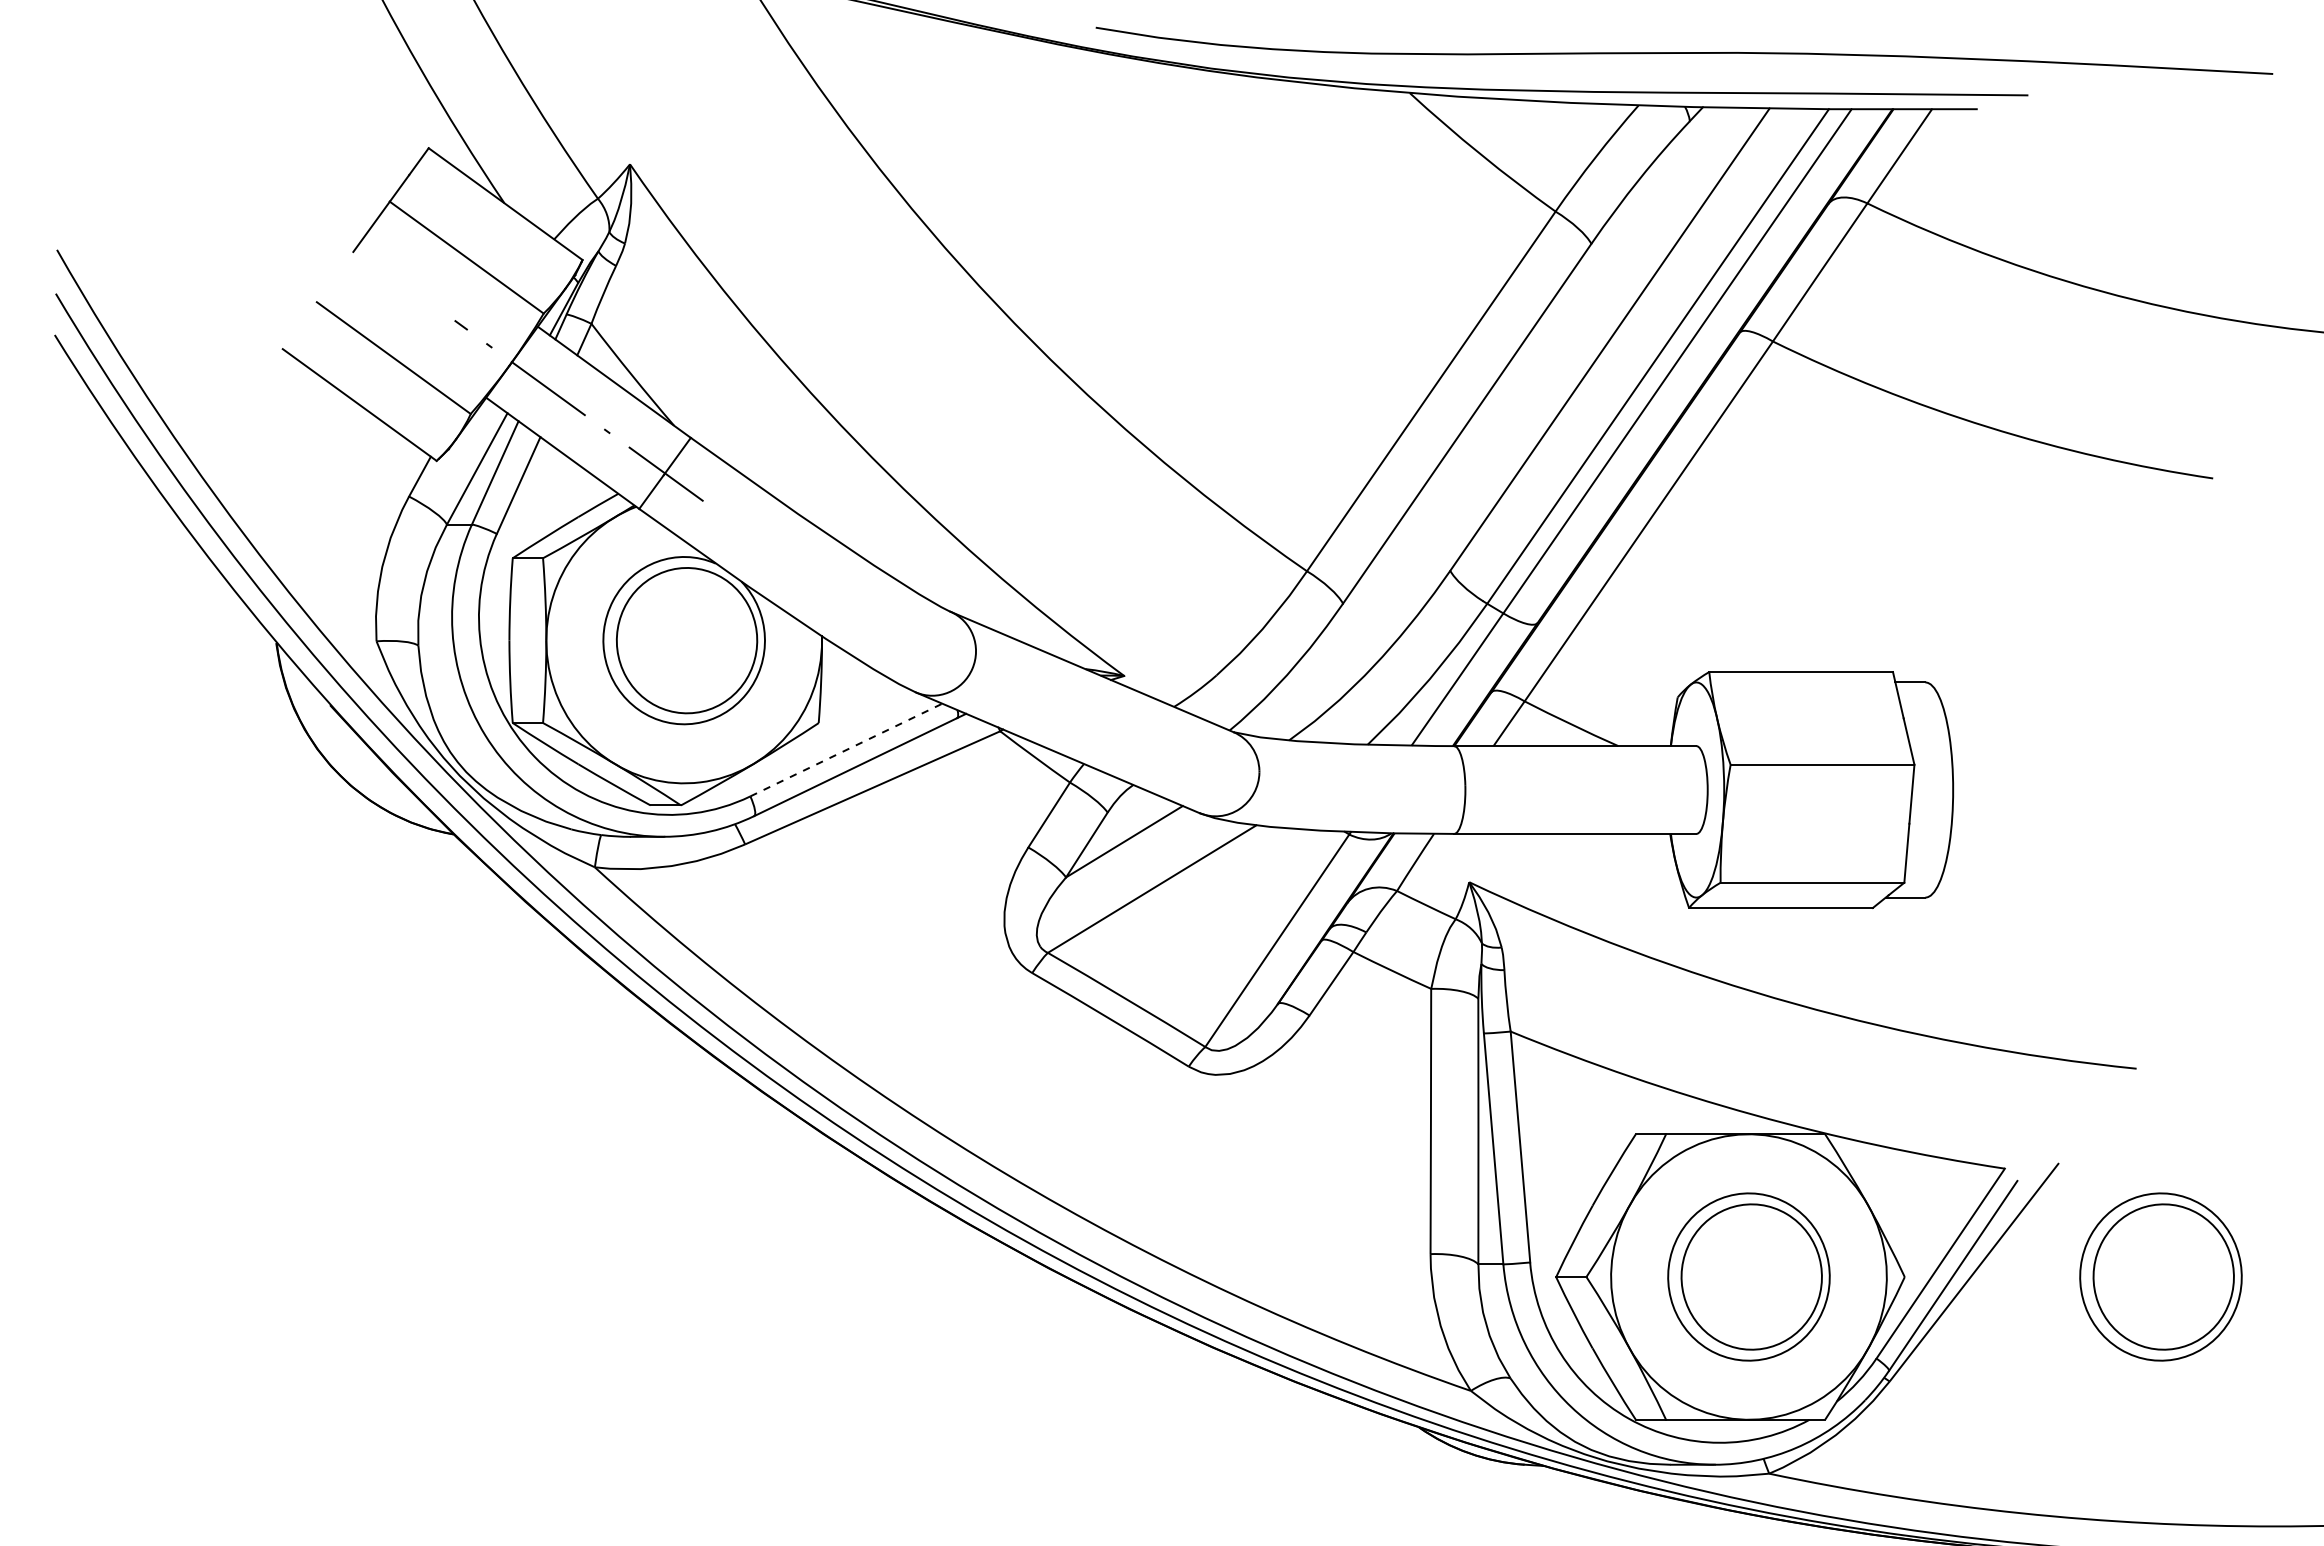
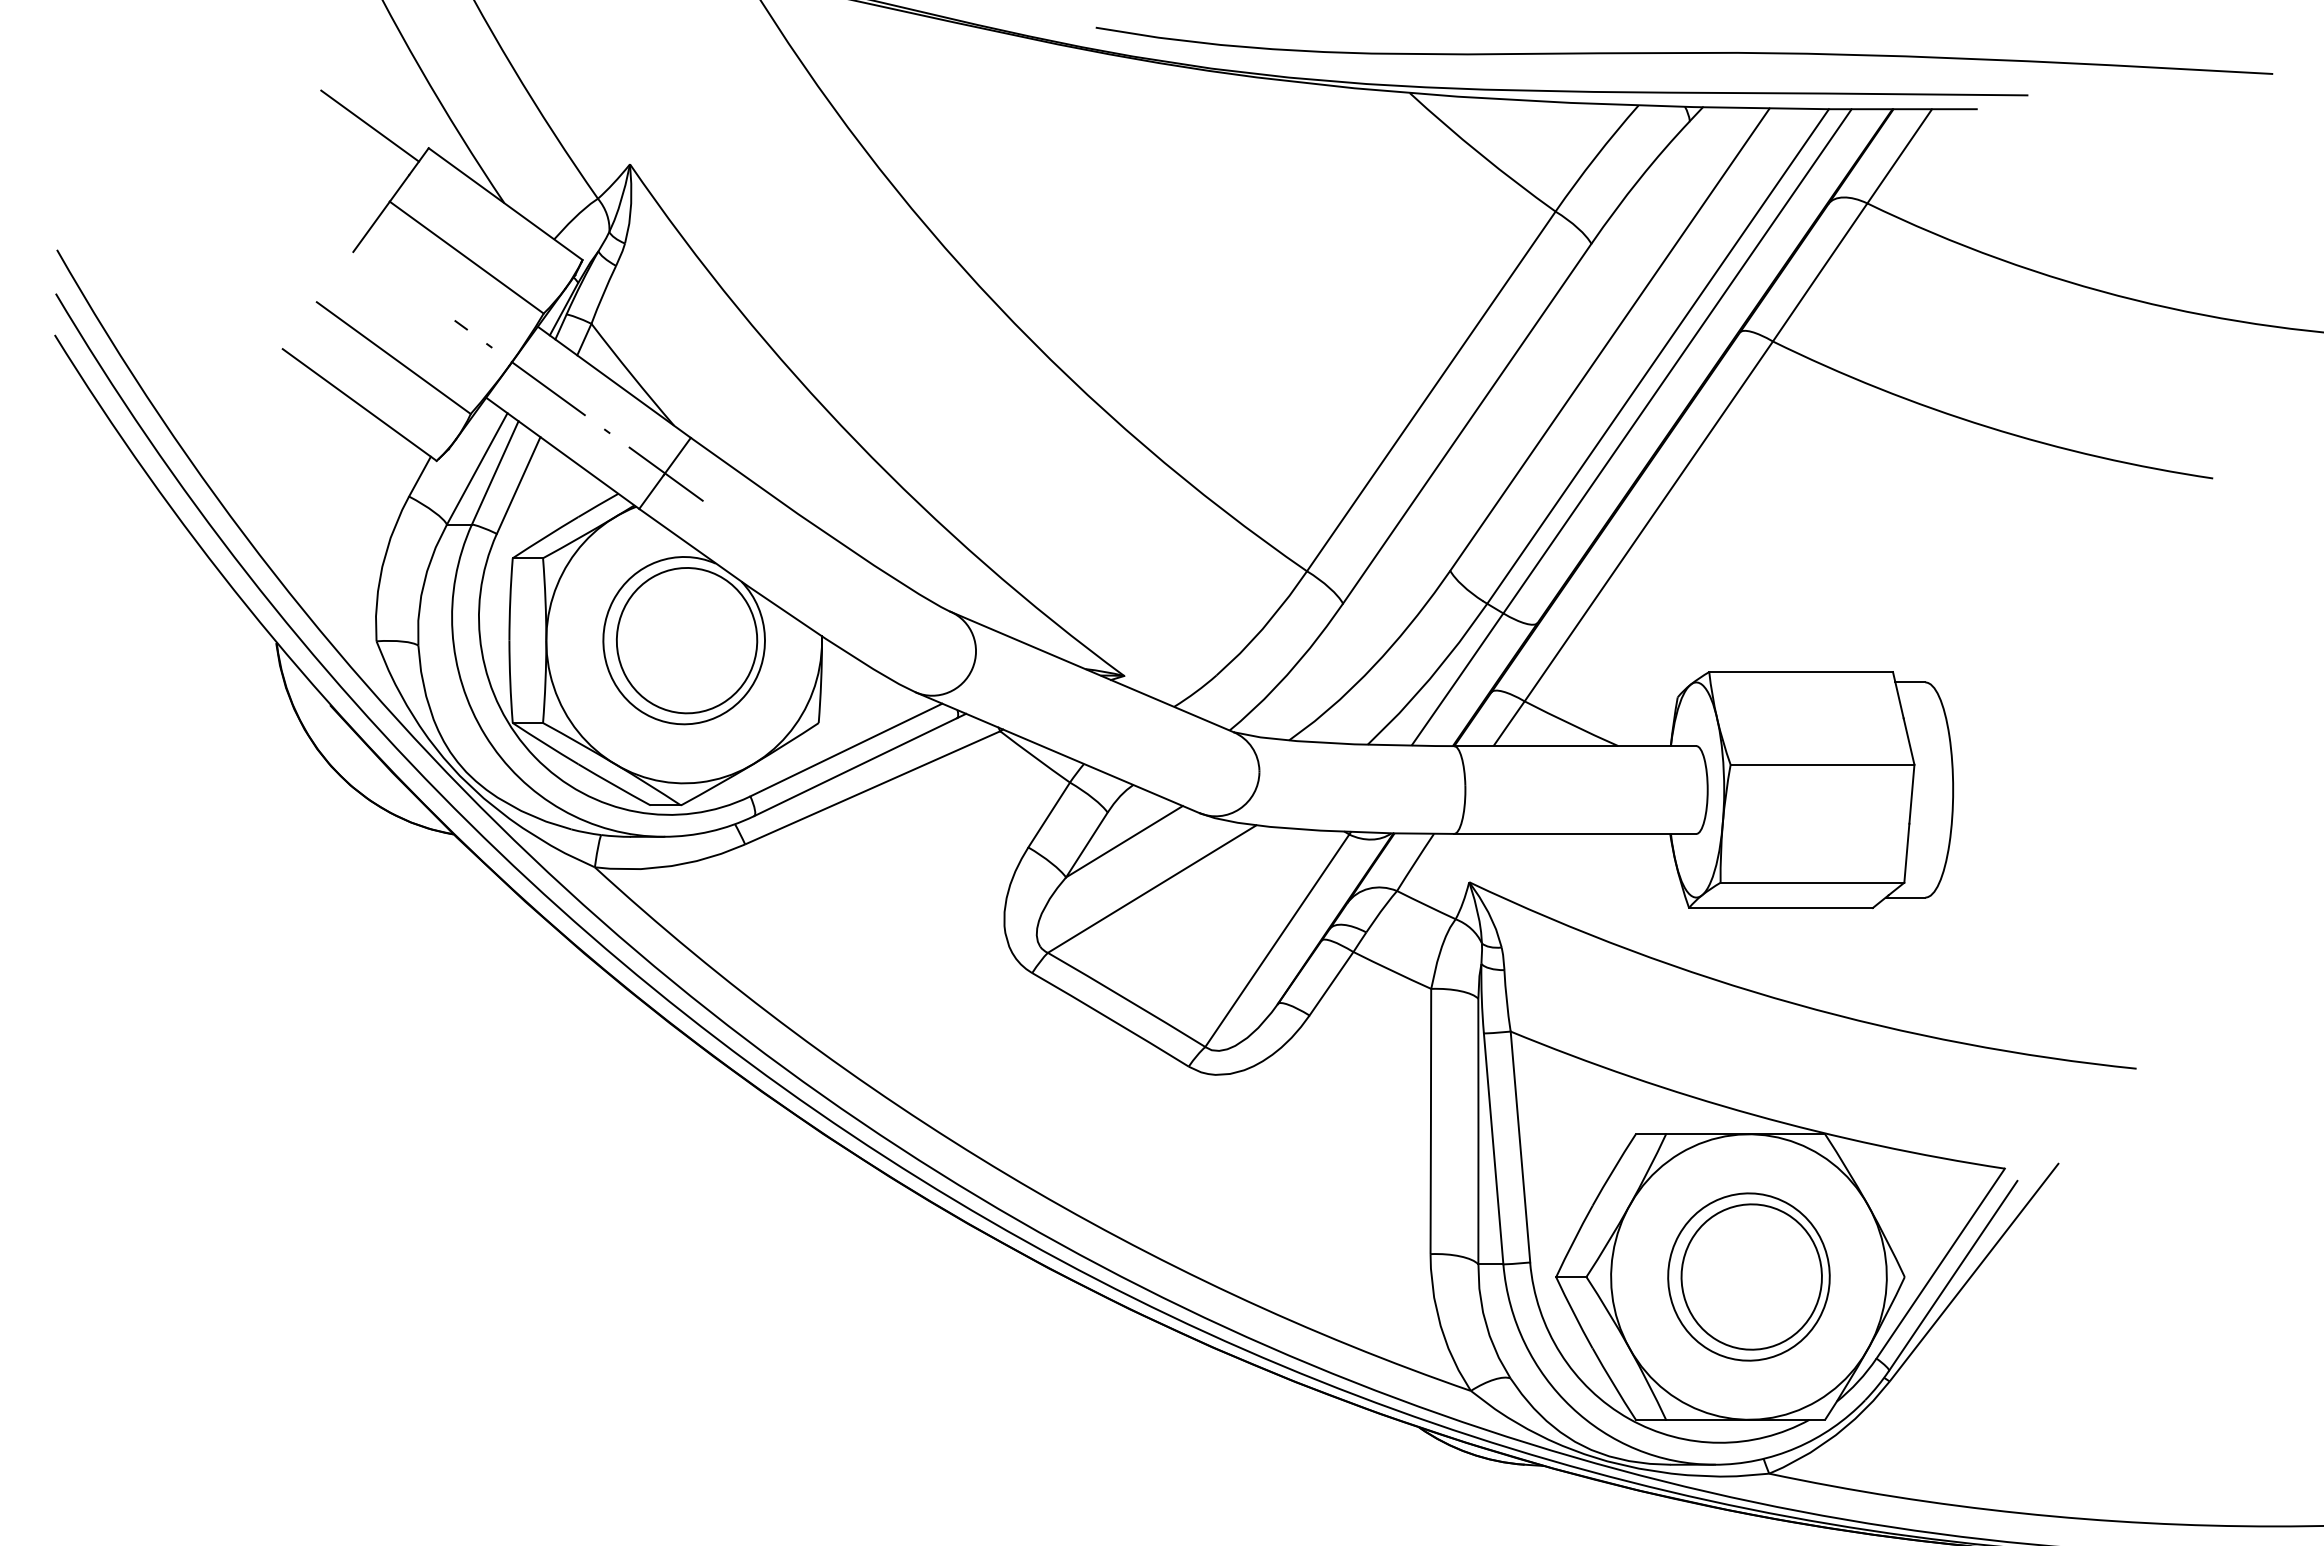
line at (369, 125): none -> present
line at (846, 750): dashed -> solid
part at (2160, 1276): present -> none
